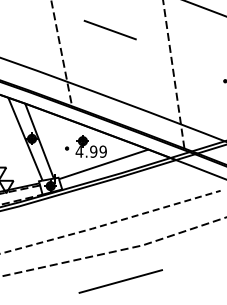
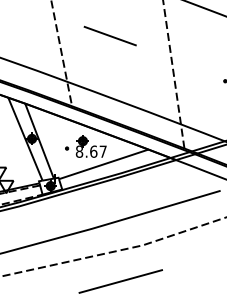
line at (109, 29) position: (109, 29) -> (109, 35)
text at (90, 151): 4.99 -> 8.67
line at (110, 223): dashed -> solid
